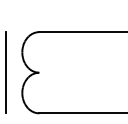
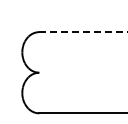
line at (83, 32): solid -> dashed
line at (6, 72): present -> none
